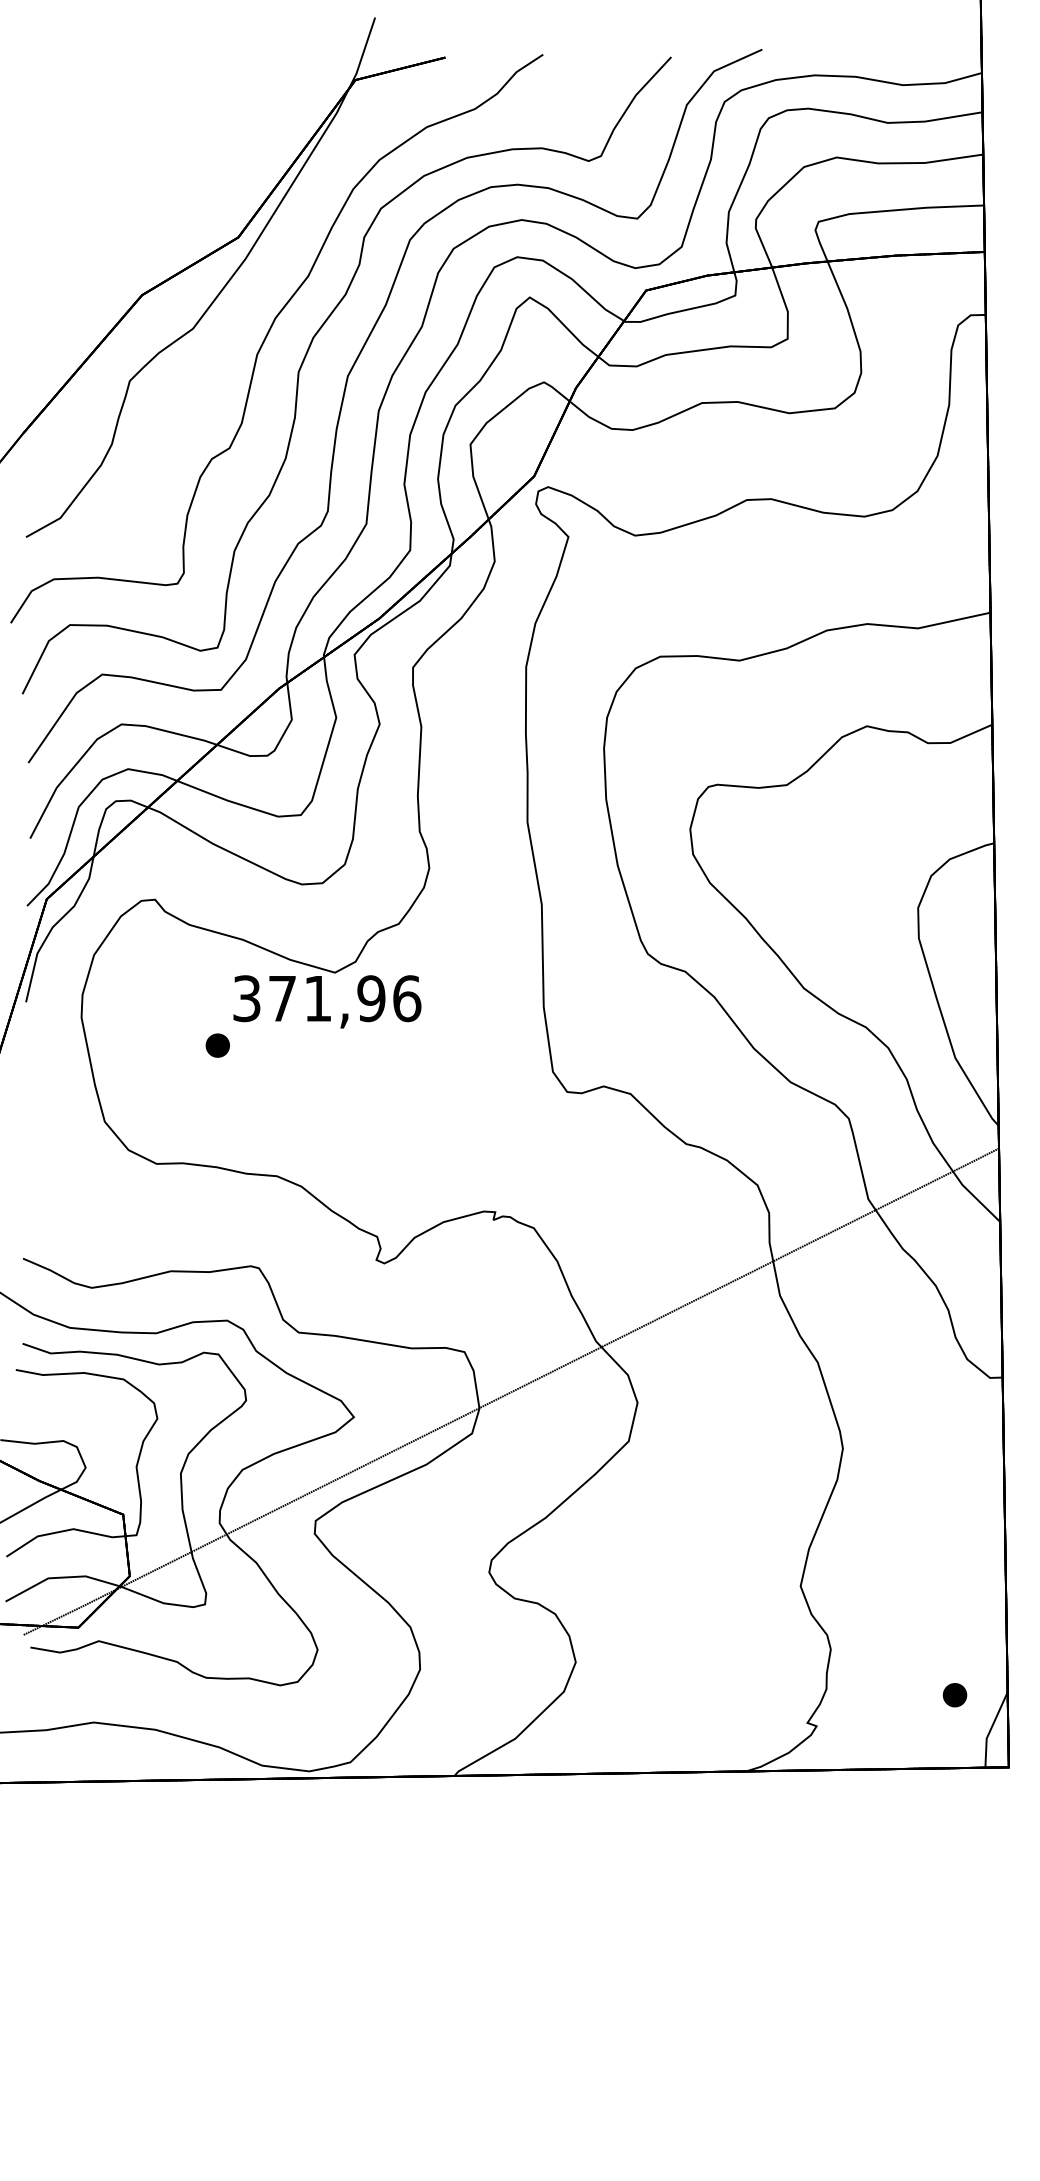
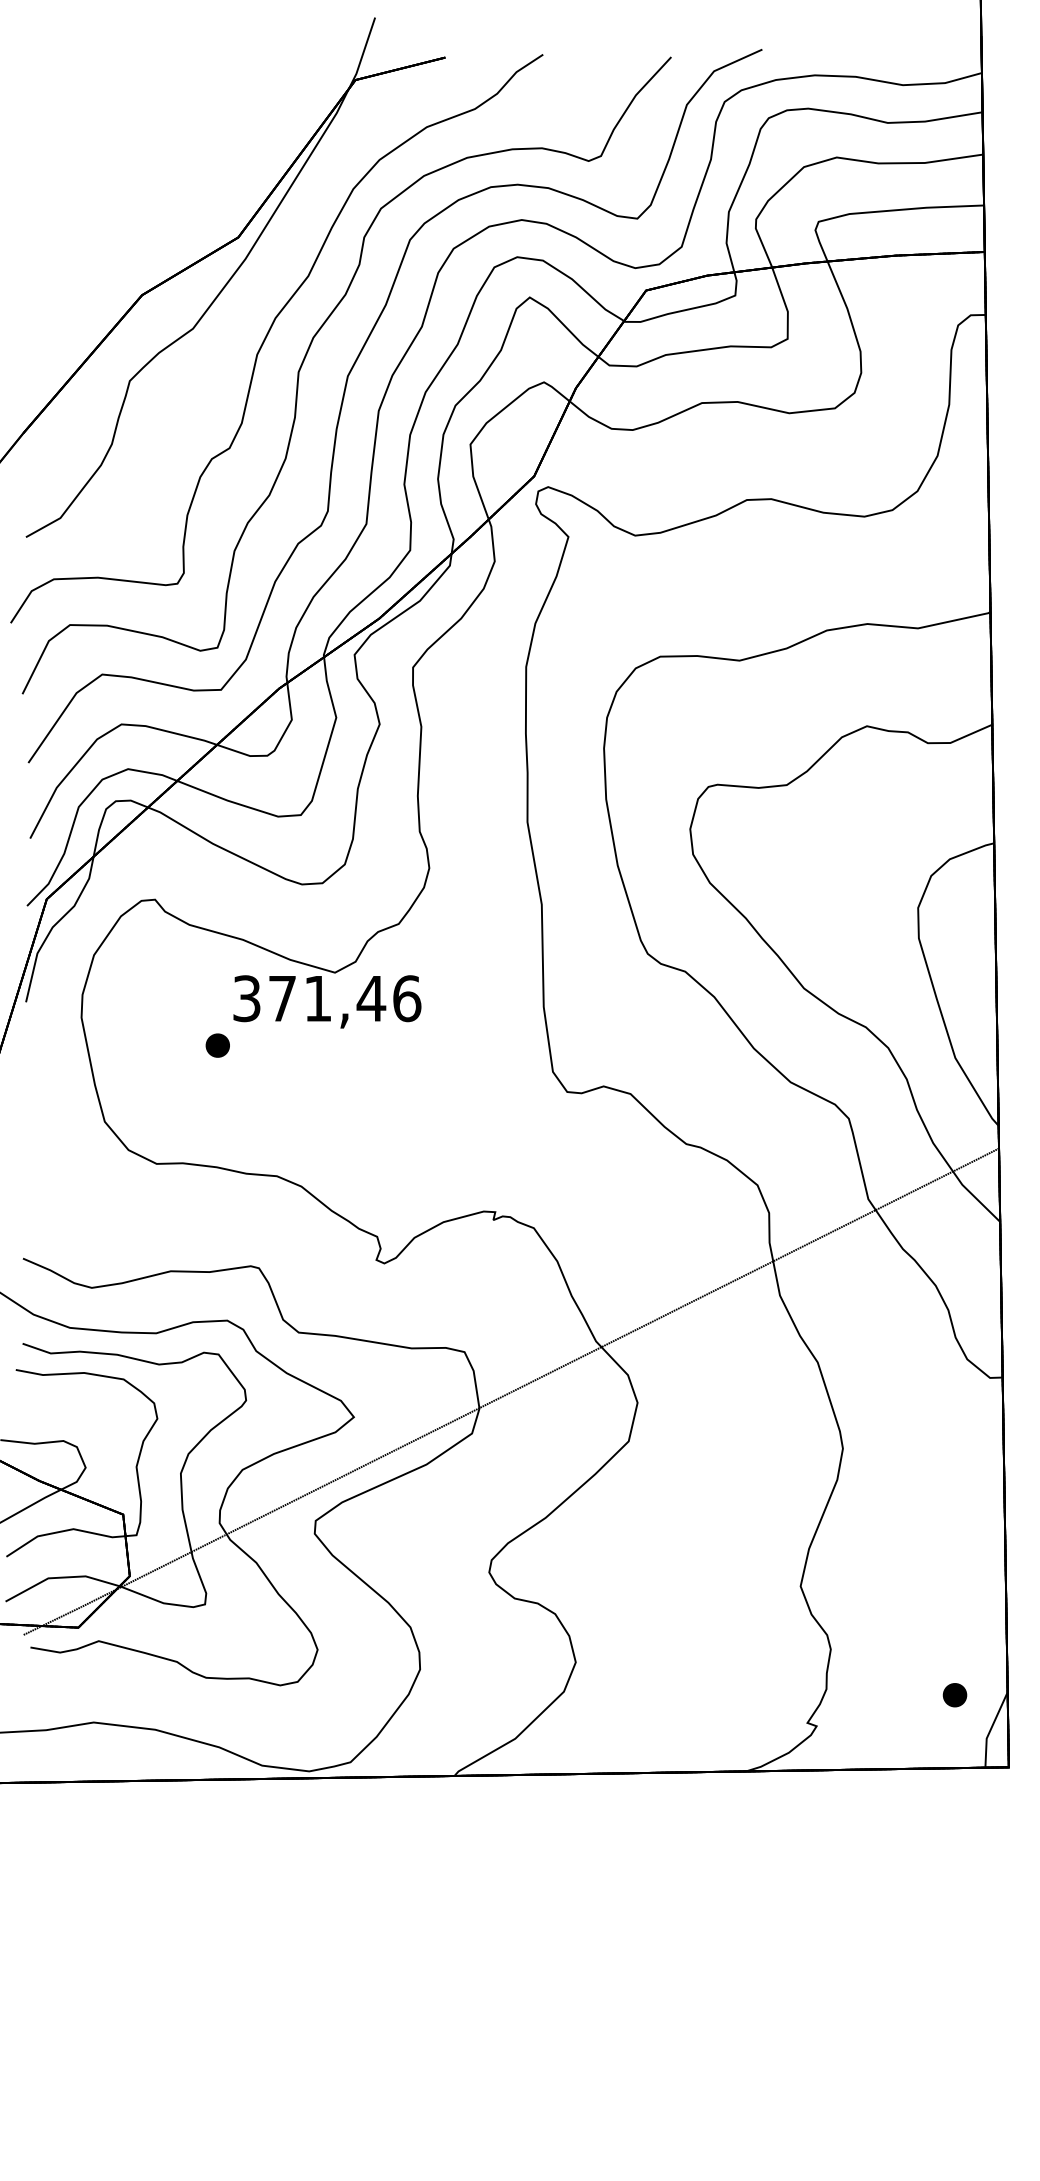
text at (371, 998): 371,96 -> 371,46
